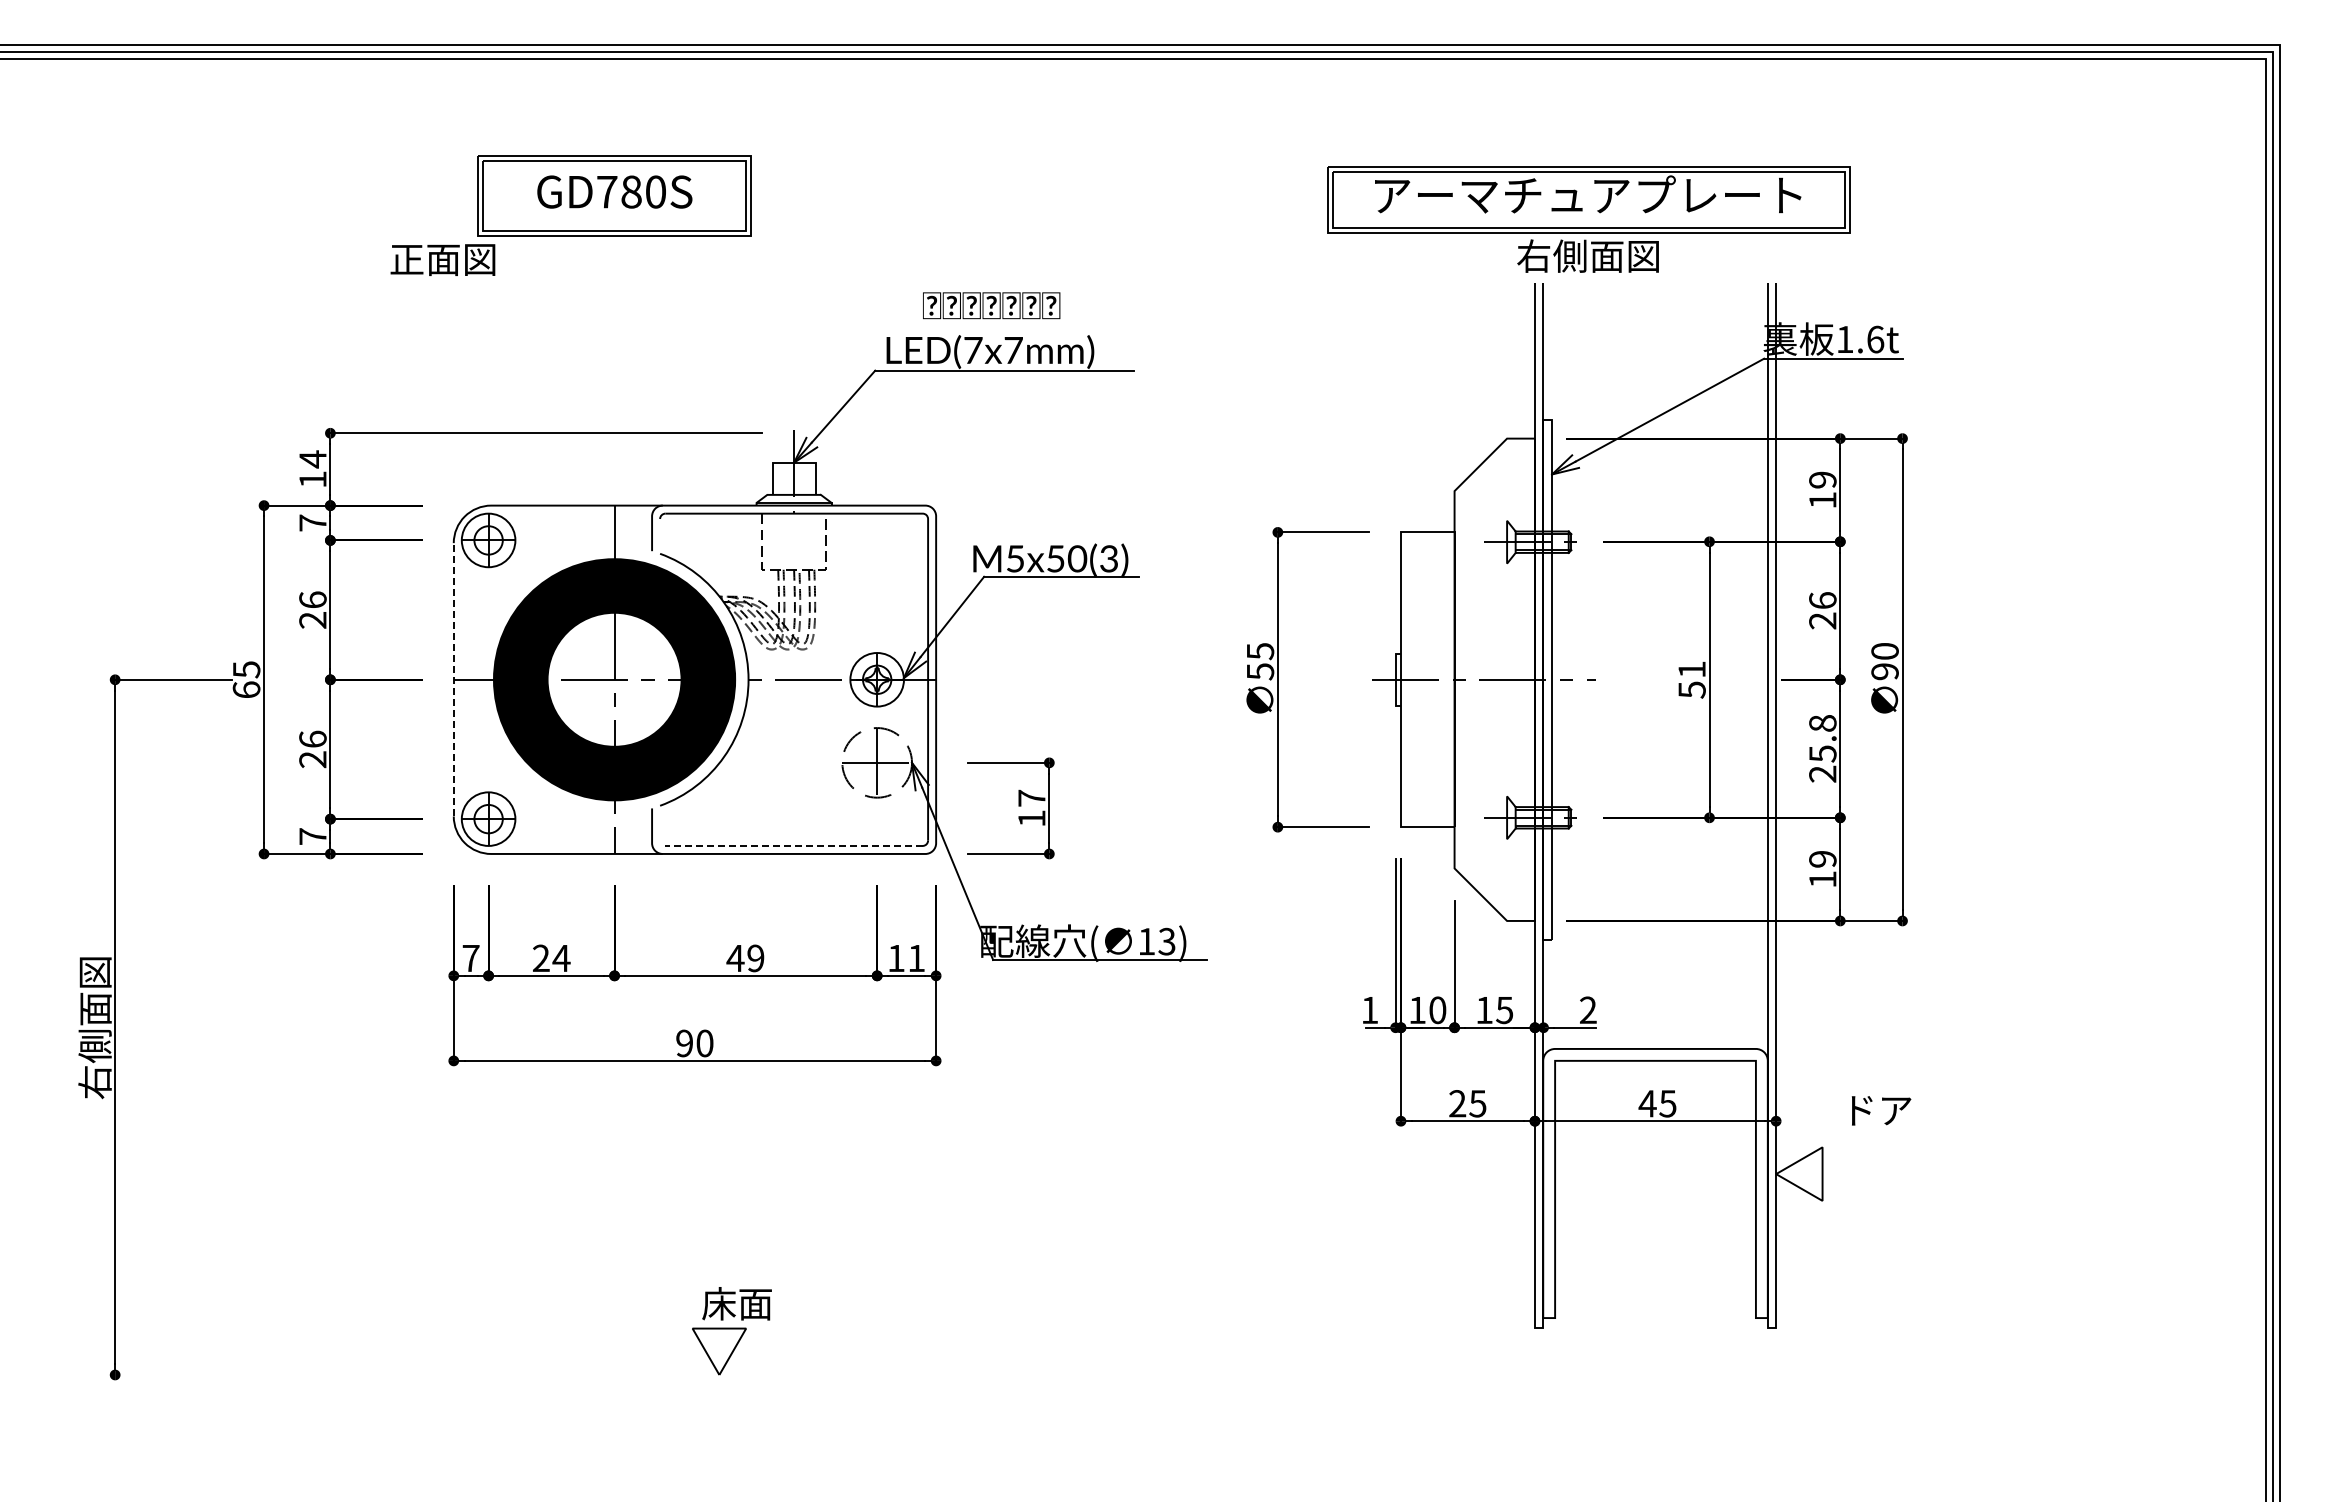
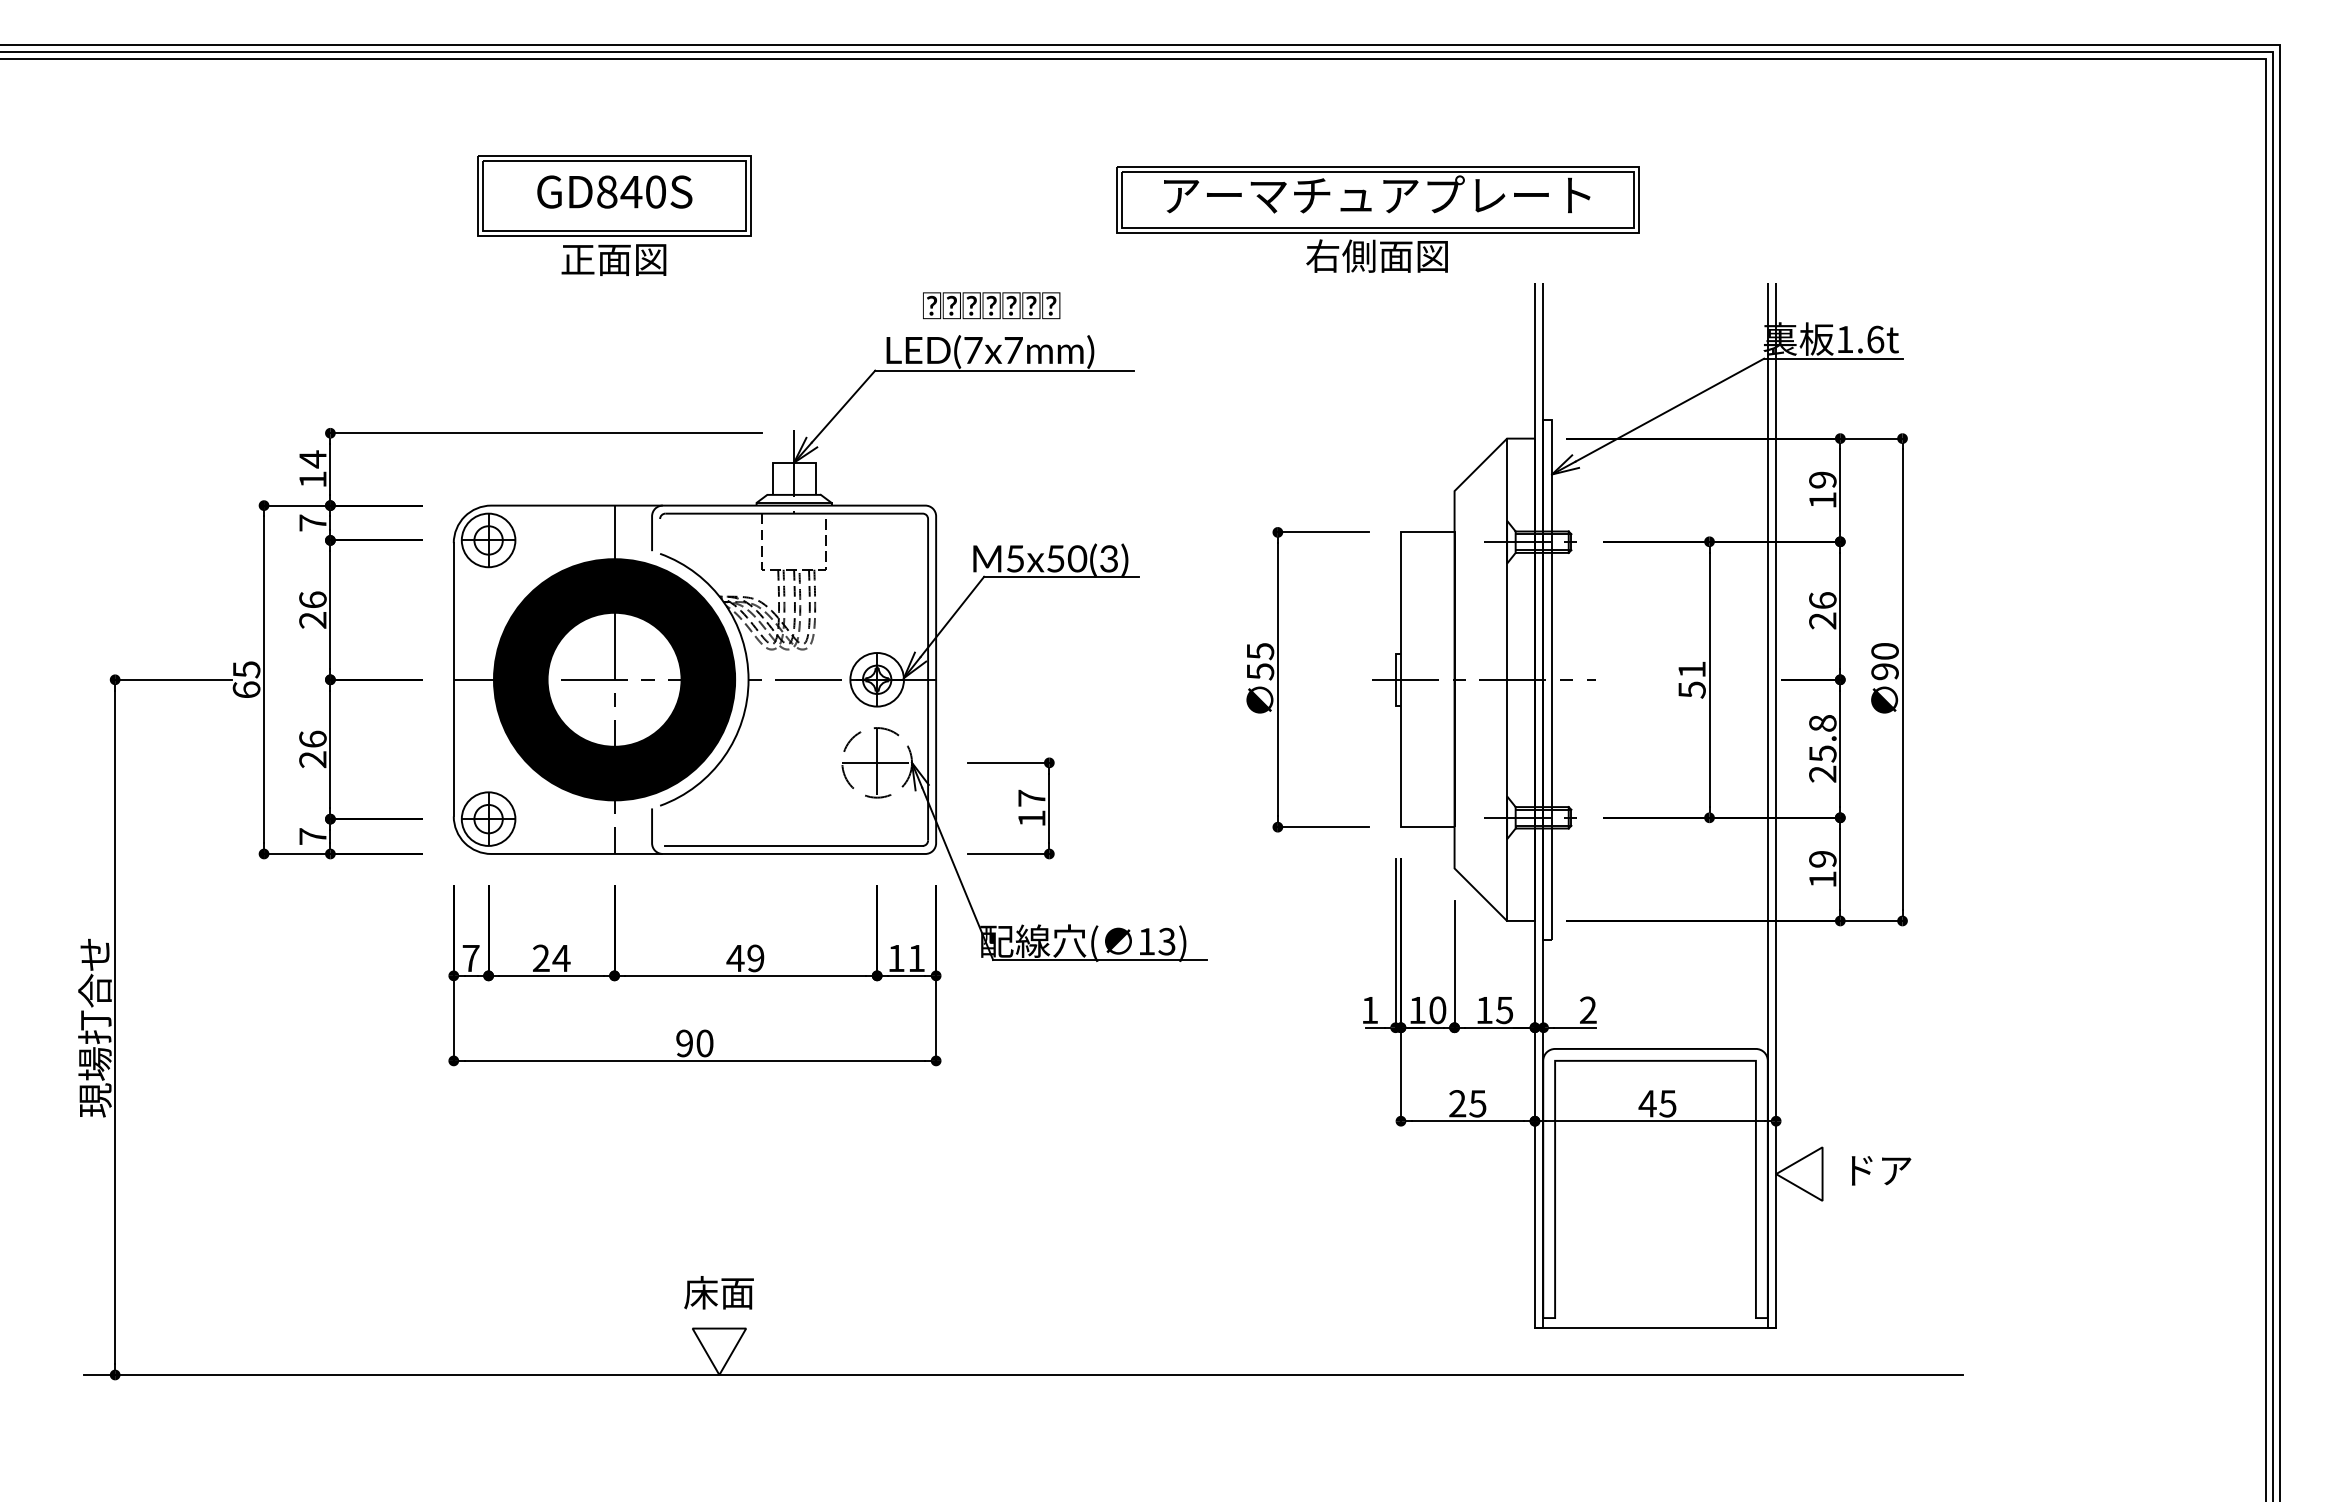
text at (619, 191): GD780S -> GD840S
part at (1588, 219) position: (1588, 219) -> (1377, 219)
text at (442, 259) position: (442, 259) -> (613, 259)
line at (453, 679): dashed -> solid
line at (1507, 679): none -> present
line at (794, 845): dashed -> solid
text at (94, 1027): 右側面図 -> 現場打合せ
text at (1881, 1110) position: (1881, 1110) -> (1881, 1170)
text at (736, 1303) position: (736, 1303) -> (718, 1292)
line at (1655, 1328): none -> present
line at (1022, 1374): none -> present
